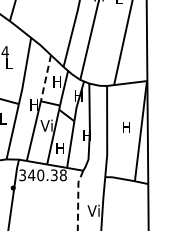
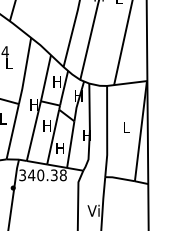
line at (45, 79): dashed -> solid
text at (46, 125): Vi -> H
text at (126, 127): H -> L
line at (78, 200): dashed -> solid
